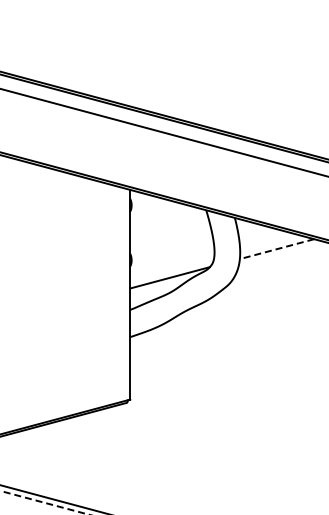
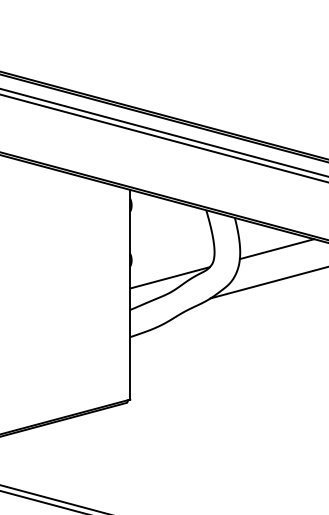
line at (163, 138): none -> present
line at (276, 249): dashed -> solid
line at (267, 282): none -> present
line at (44, 502): dashed -> solid
